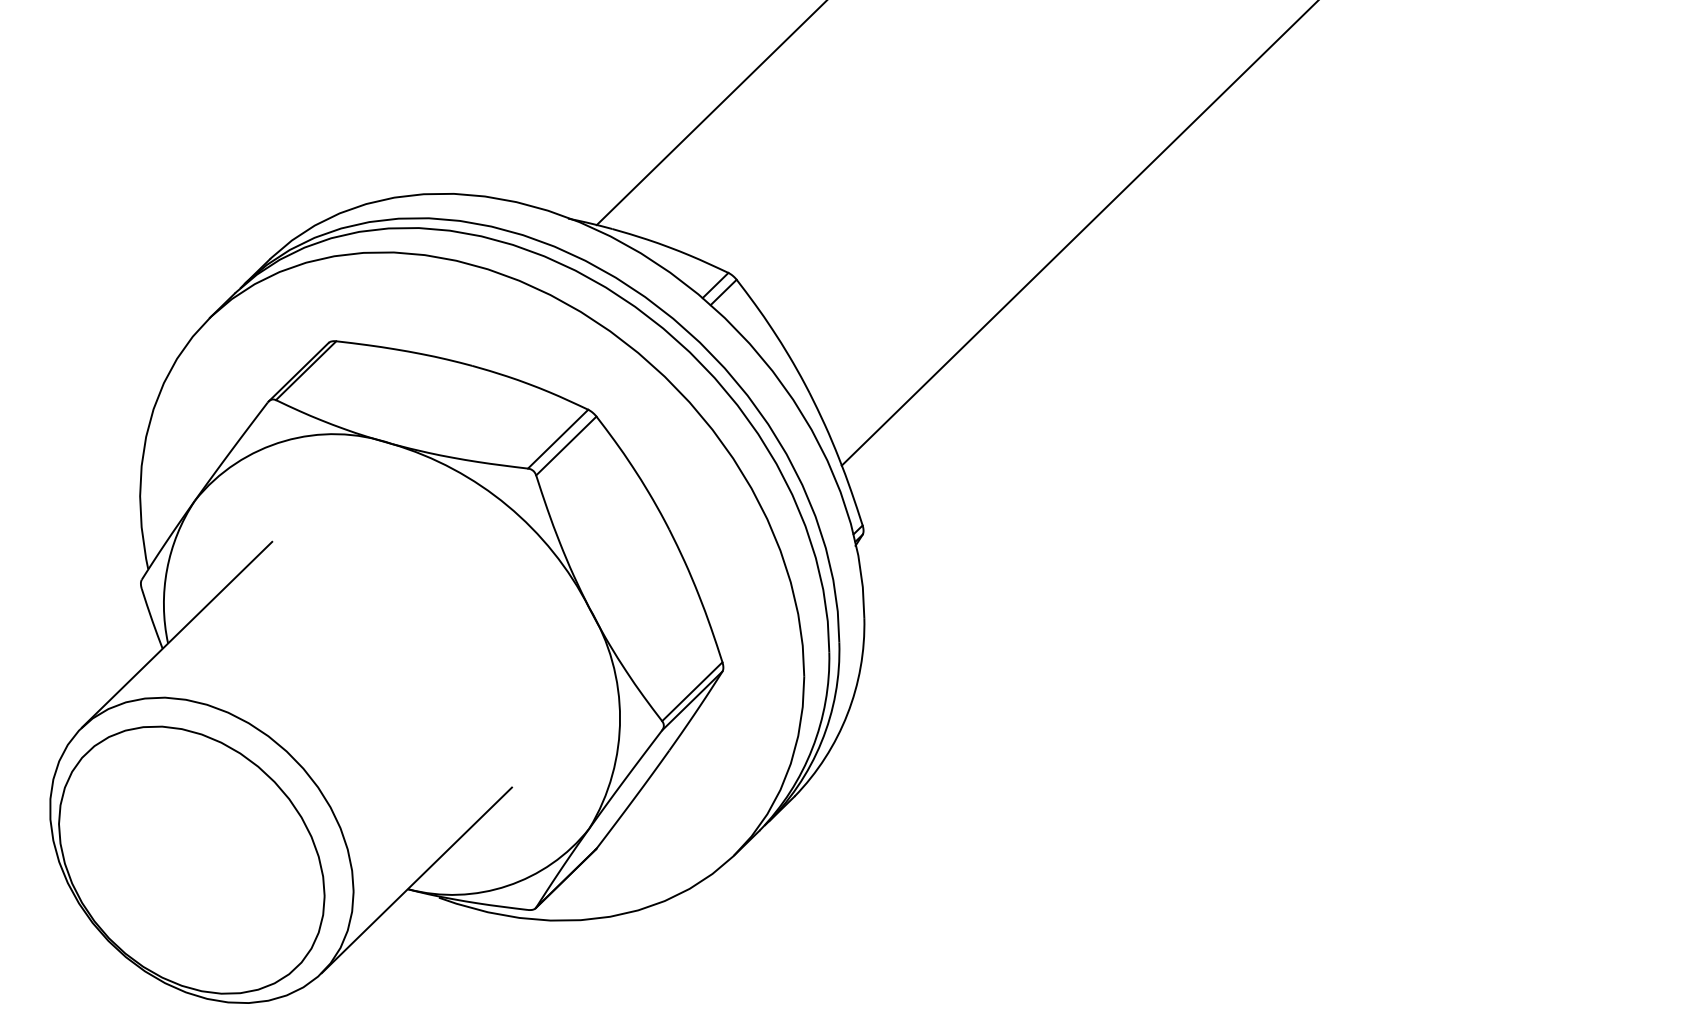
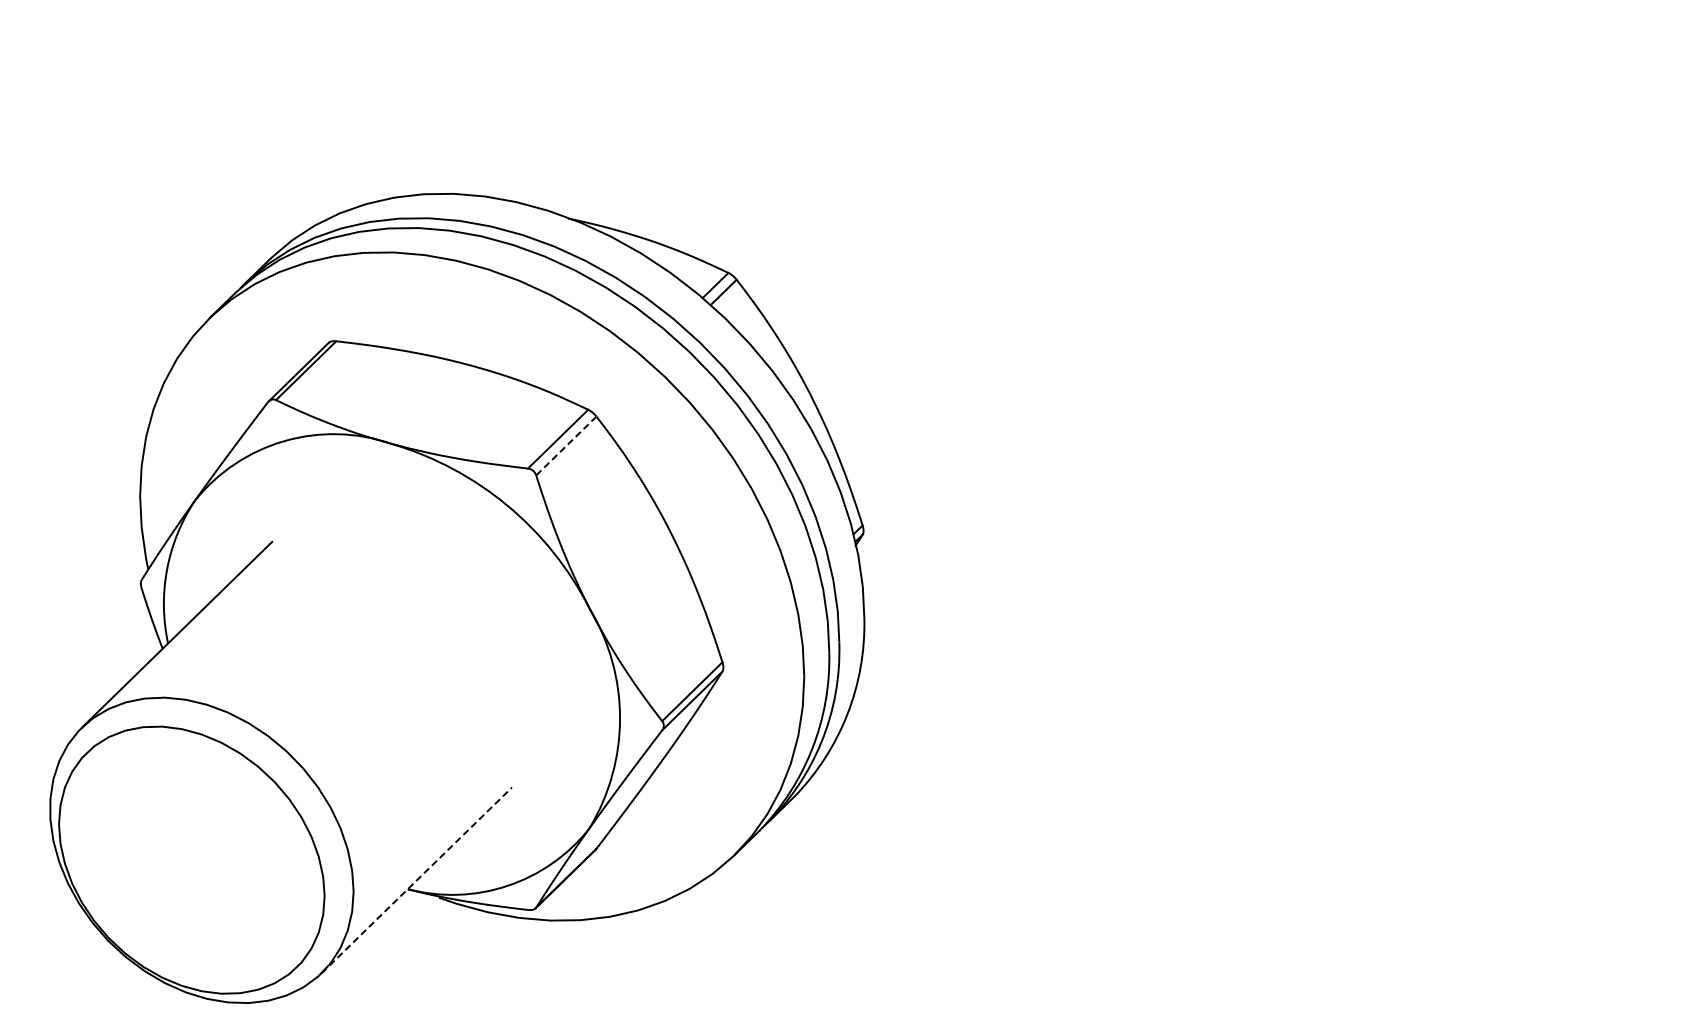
line at (710, 113): present -> none
line at (1078, 233): present -> none
line at (566, 446): solid -> dashed
line at (416, 880): solid -> dashed
